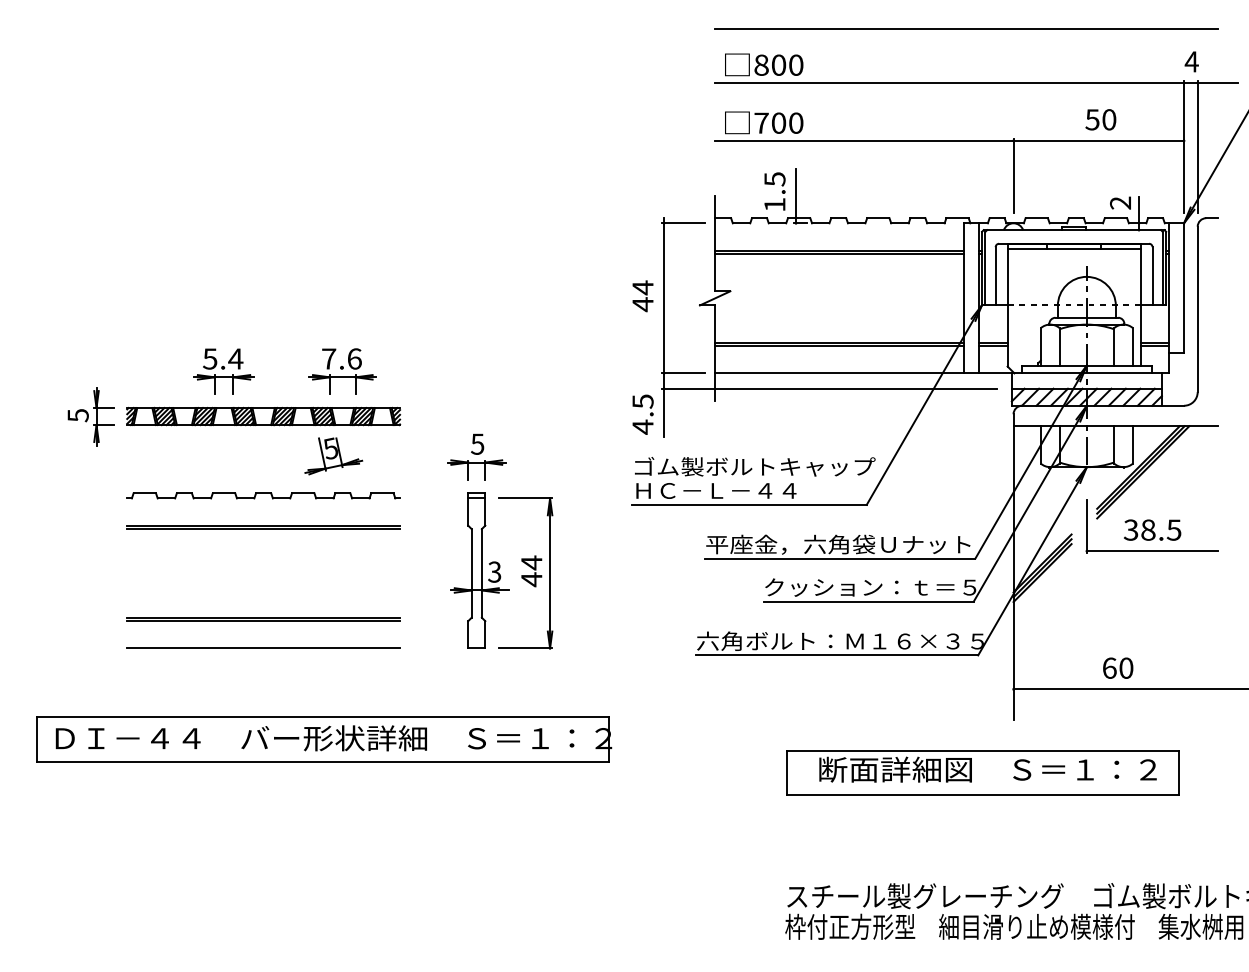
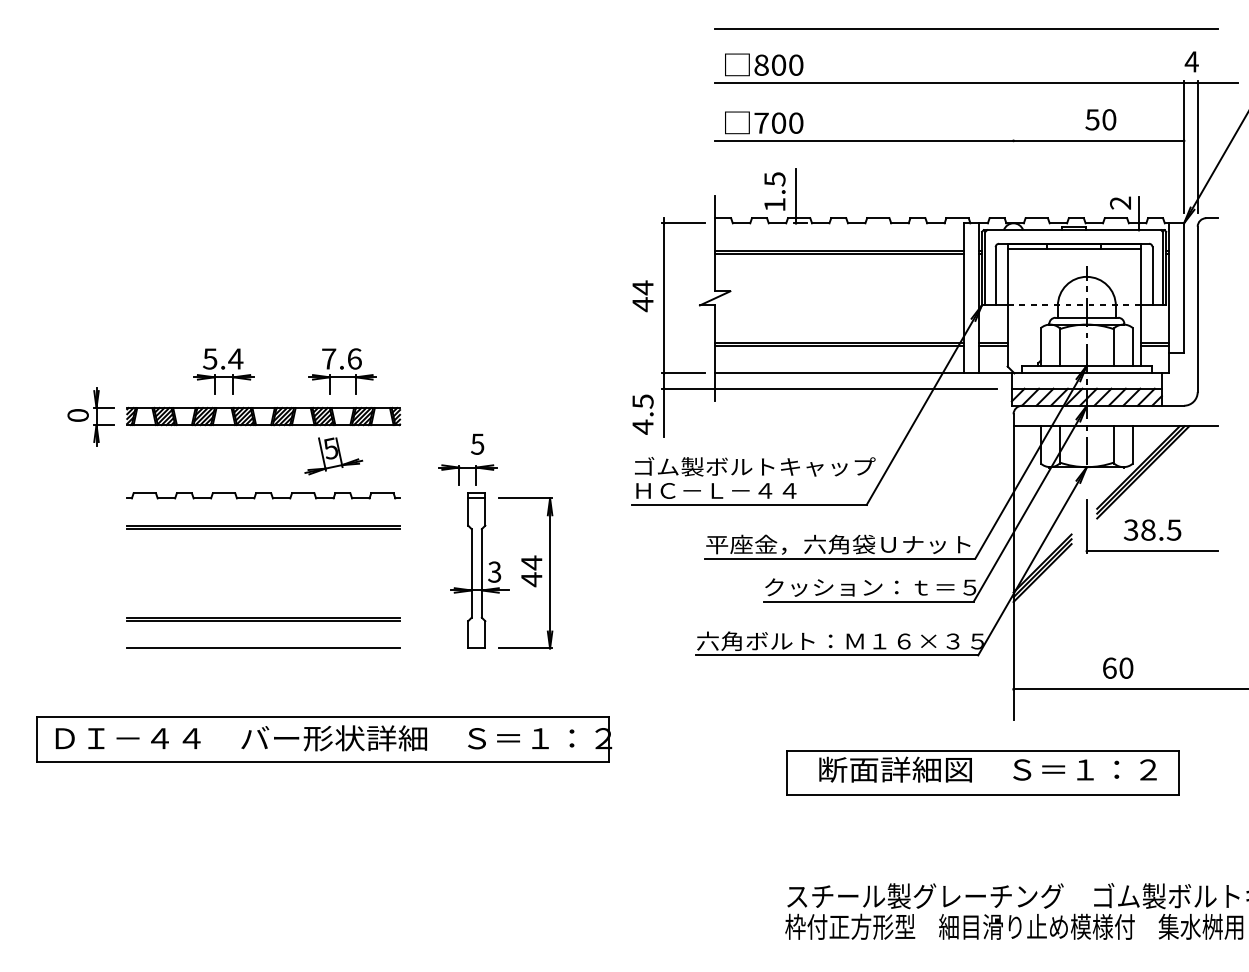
line at (1013, 175): present -> none
text at (77, 415): 5 -> 0
part at (476, 469) position: (476, 469) -> (467, 474)
